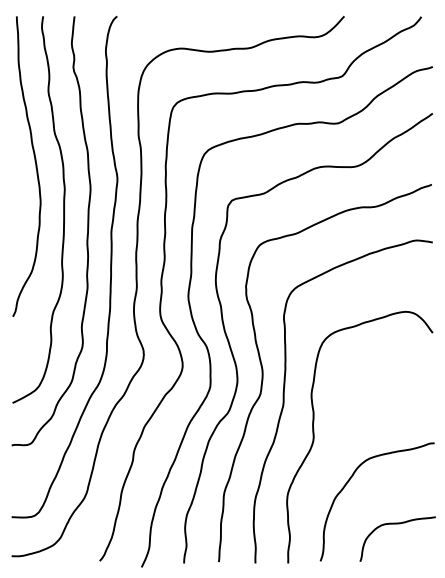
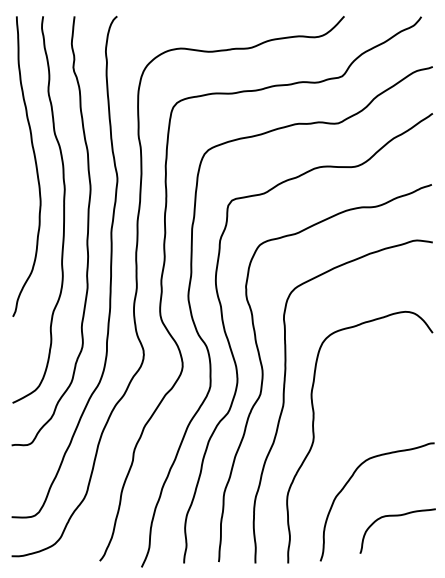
curve at (397, 524) position: (397, 524) -> (397, 516)
